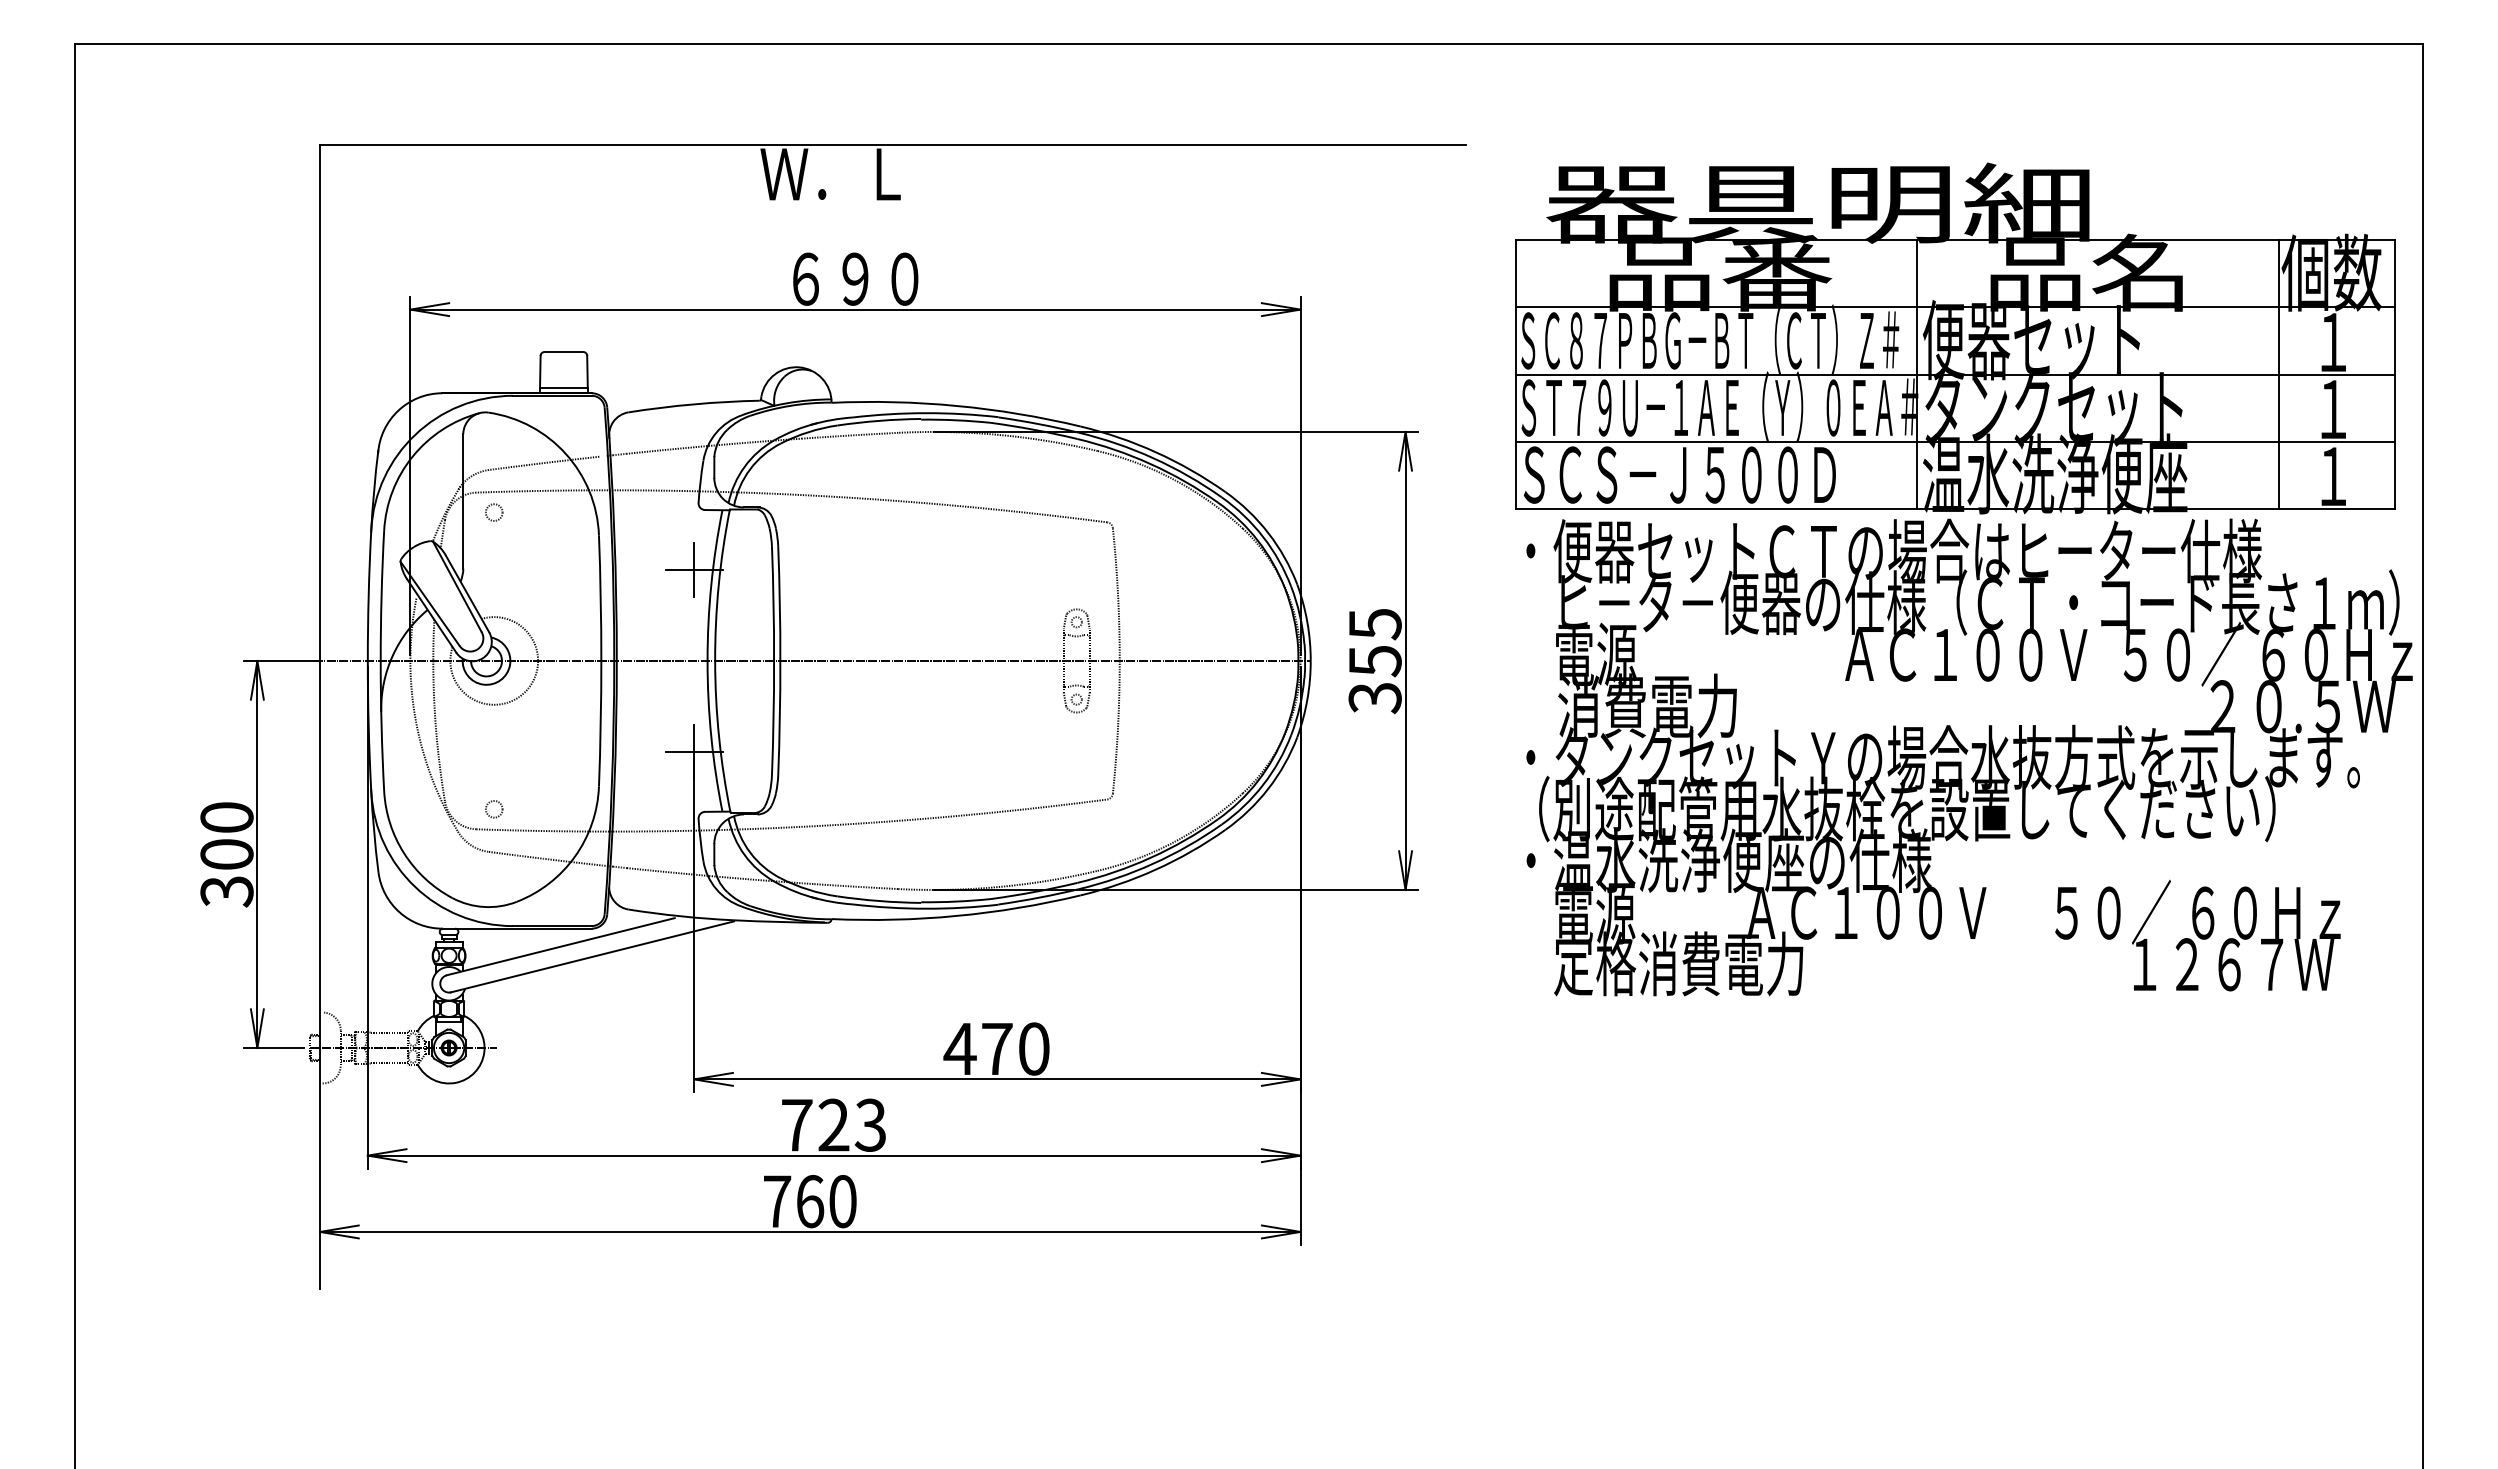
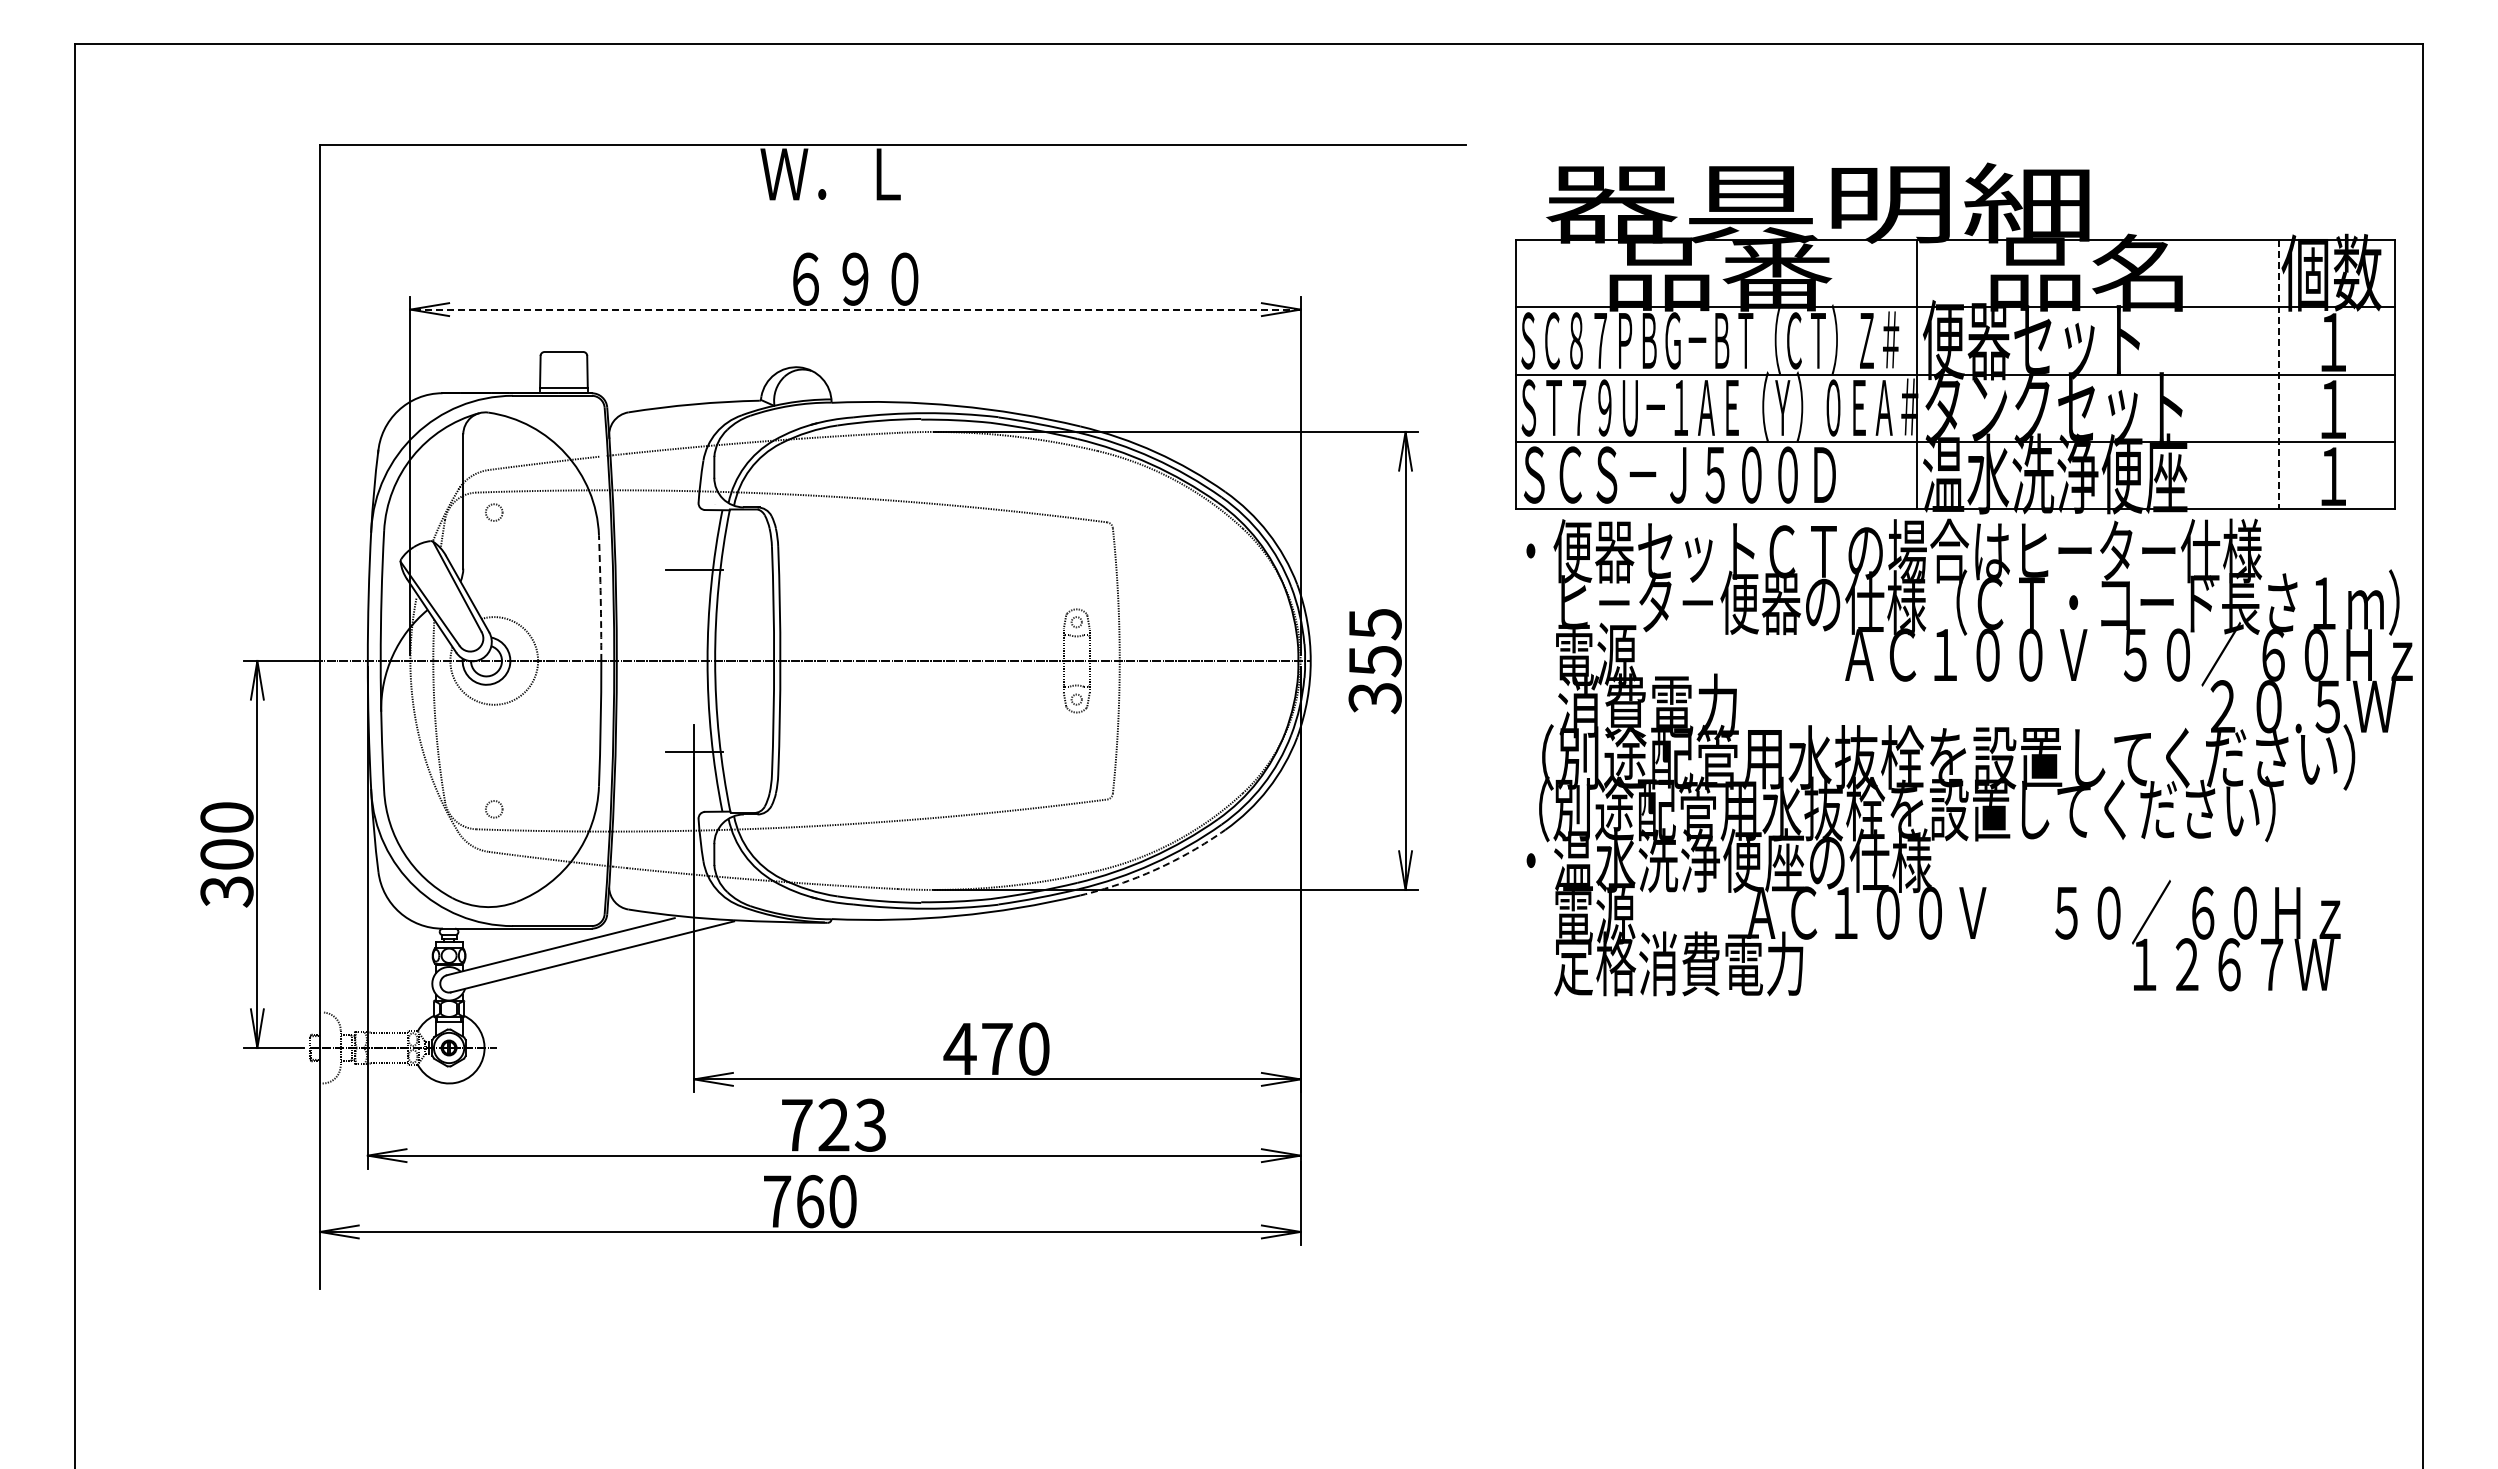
line at (855, 309): solid -> dashed
line at (2278, 375): solid -> dashed
line at (694, 569): present -> none
arc at (600, 598): solid -> dashed
text at (1942, 757): ・タンクセットＹの場合水抜方式を示します。 -> （別途配管用水抜栓を設置してください）
arc at (1155, 869): solid -> dashed
